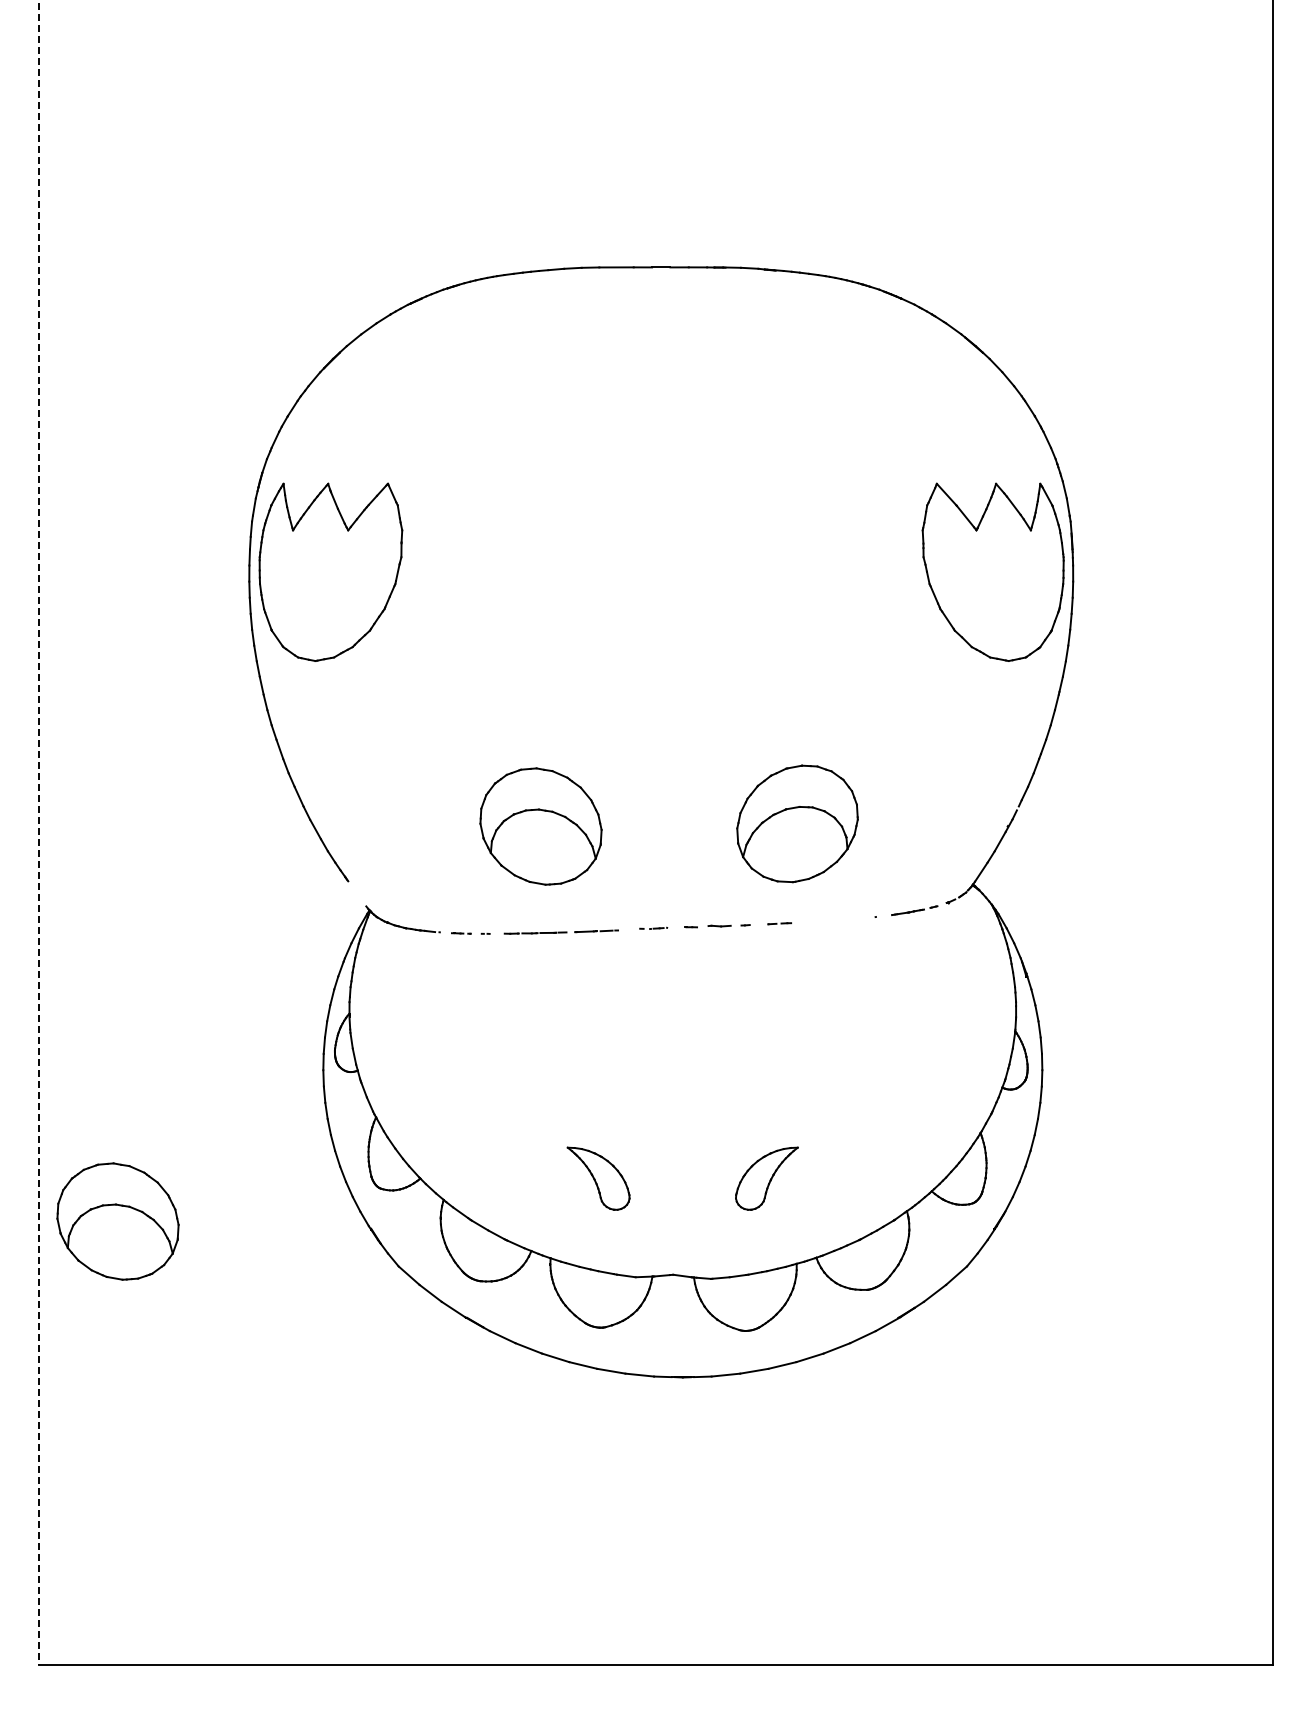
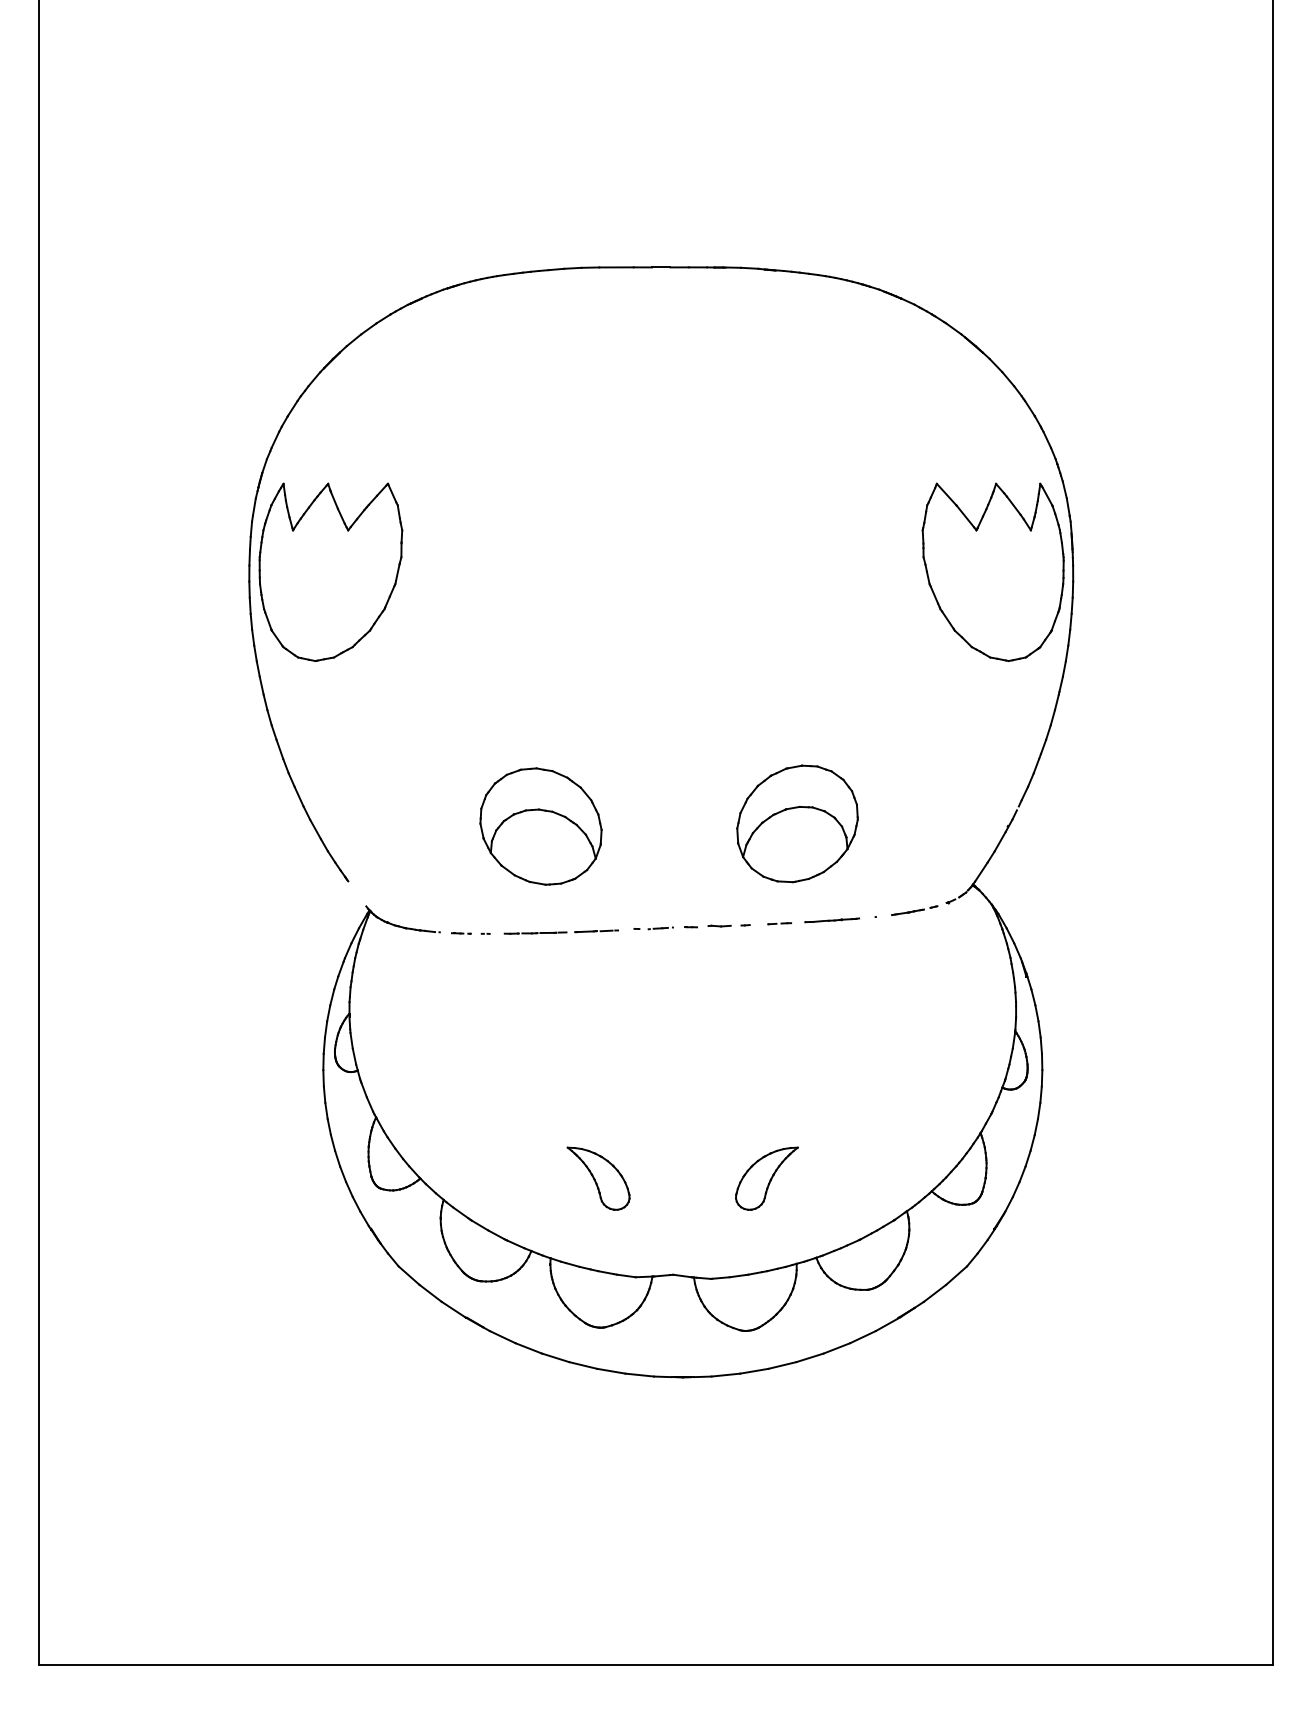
line at (39, 832): dashed -> solid
line at (832, 920): none -> present
part at (653, 927) size: 30x4 px -> 41x5 px
part at (117, 1221): present -> none
